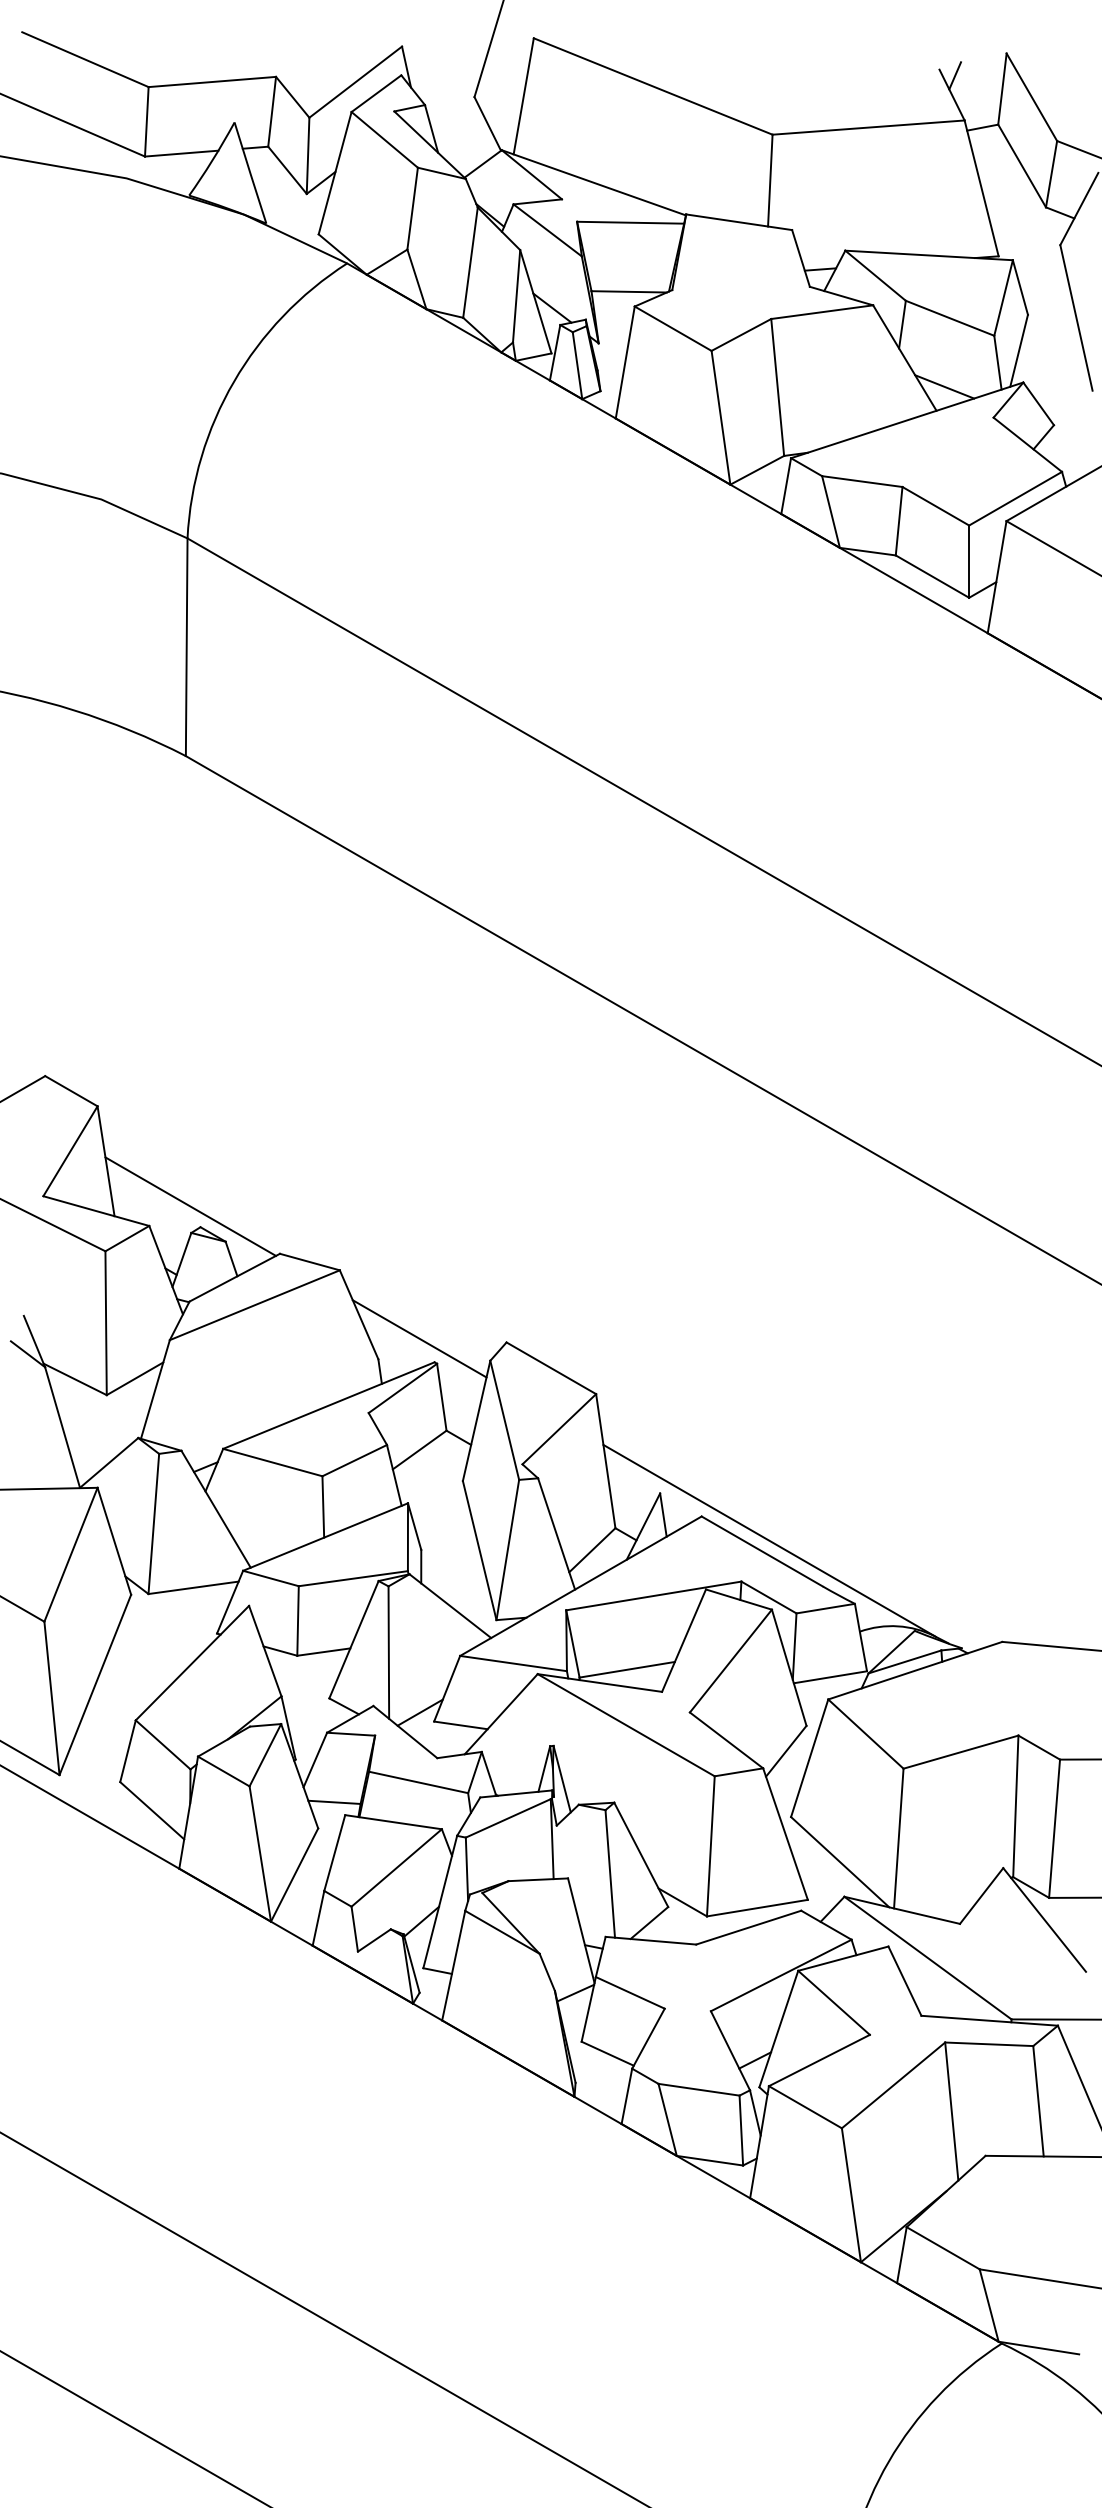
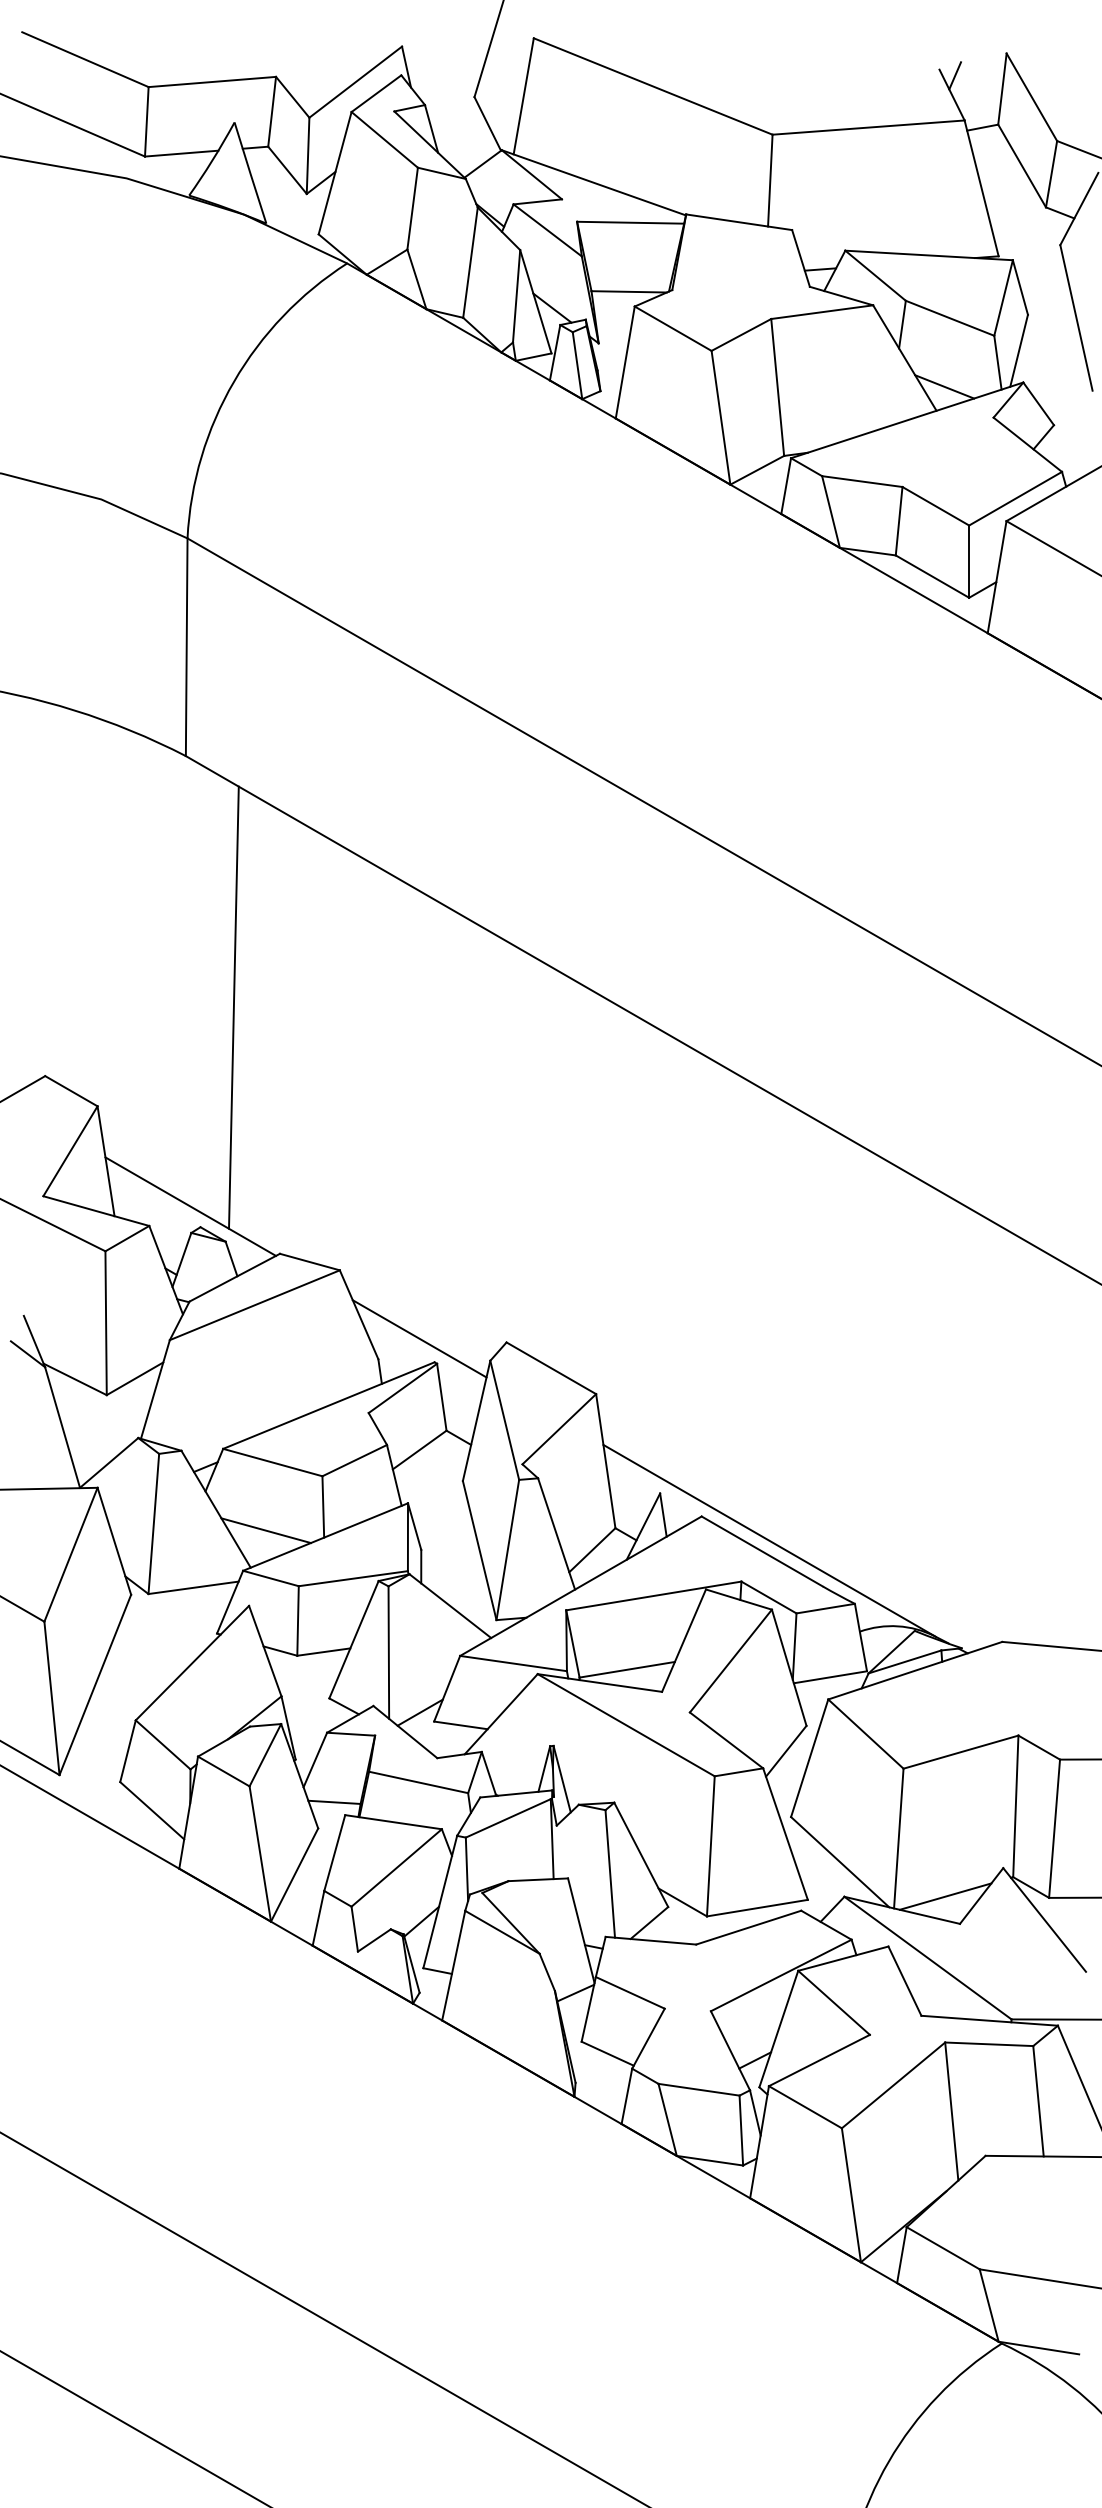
line at (233, 1007): none -> present
line at (265, 1530): none -> present
line at (945, 1896): none -> present
